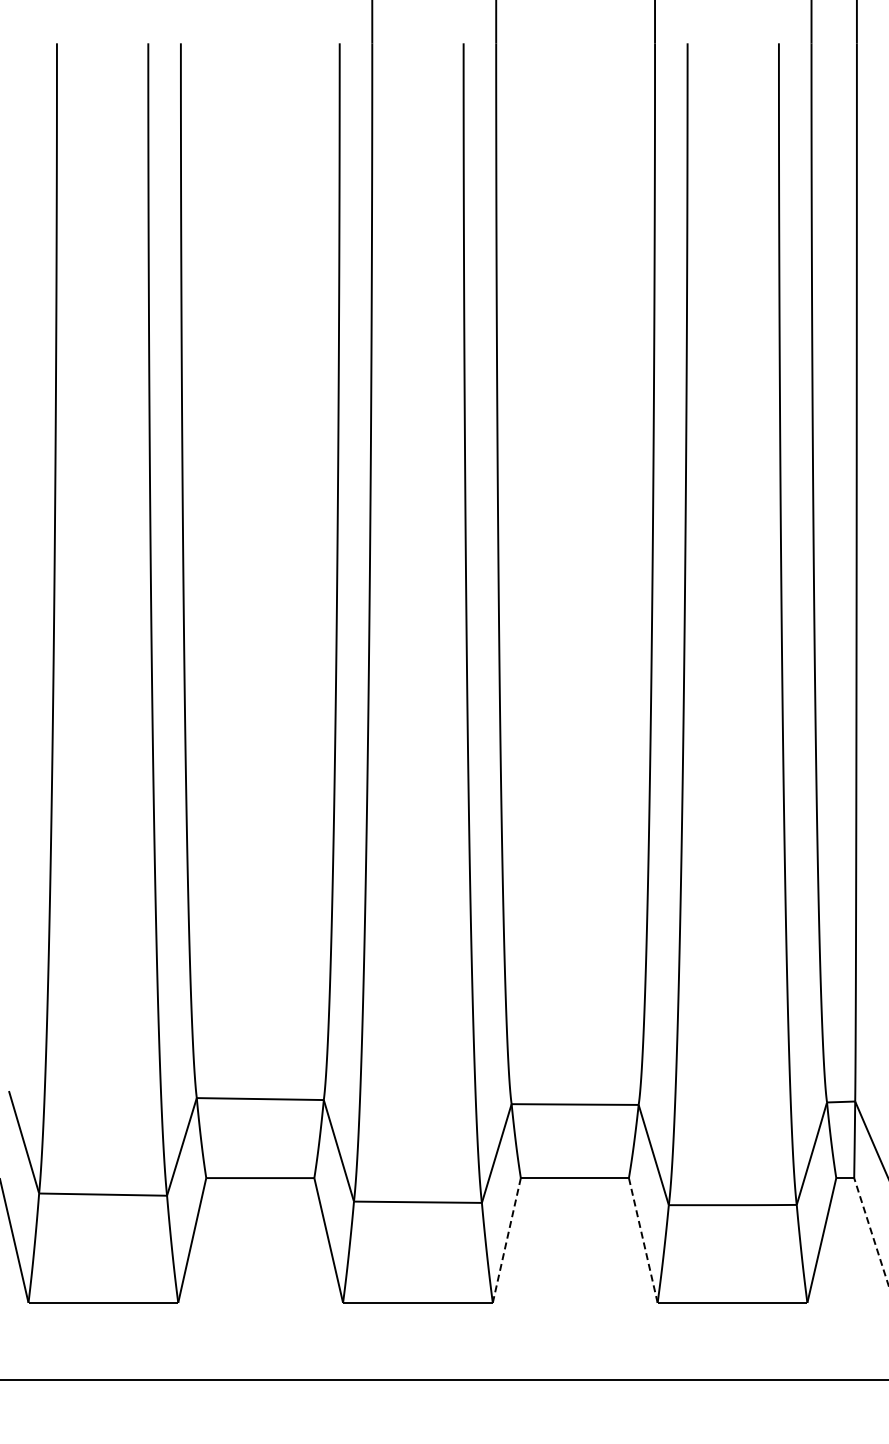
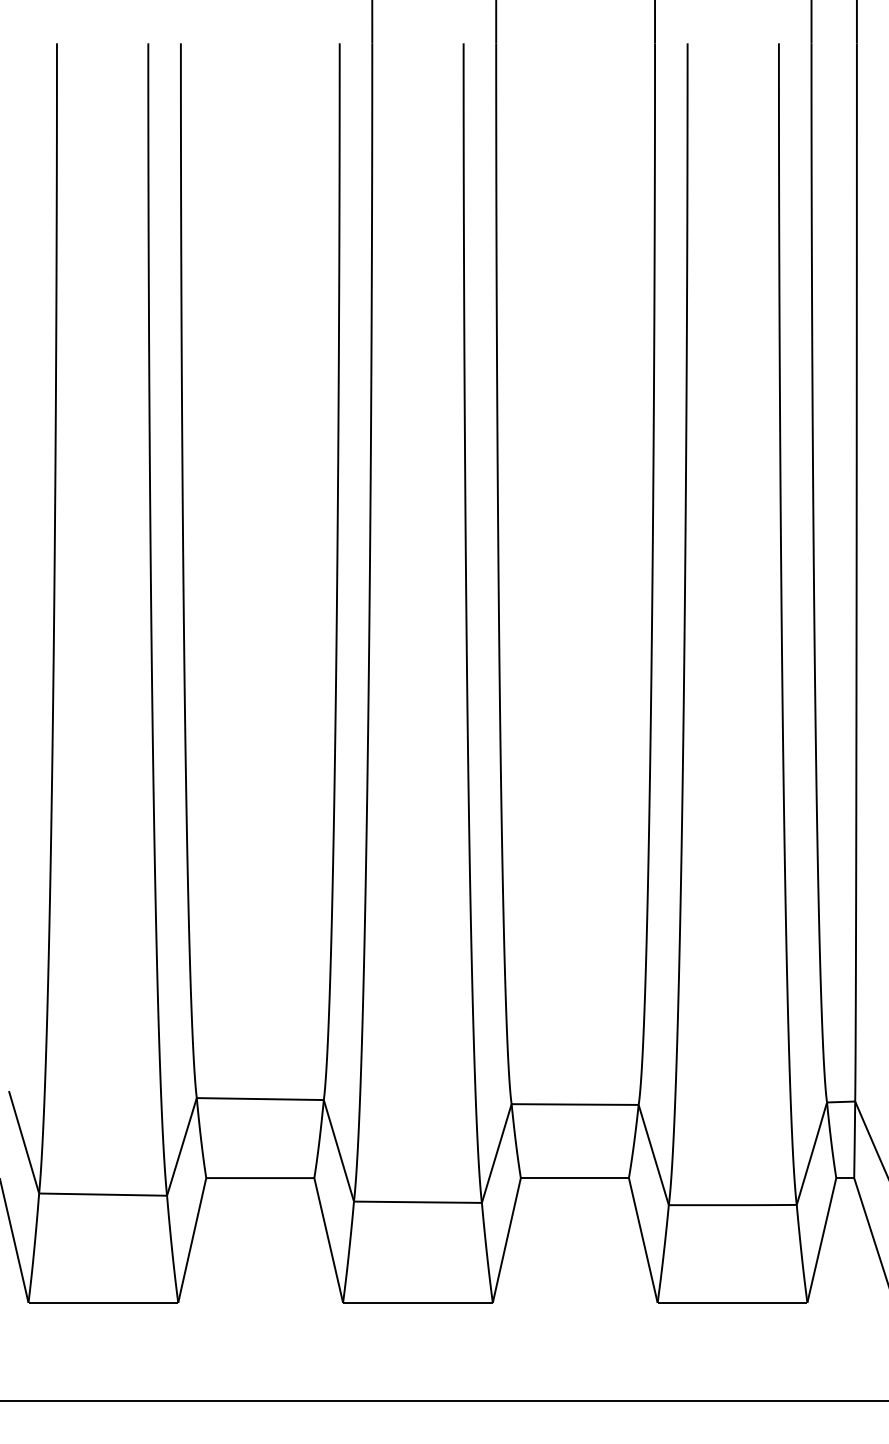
line at (871, 1232): dashed -> solid
line at (507, 1239): dashed -> solid
line at (643, 1241): dashed -> solid
line at (443, 1379) position: (443, 1379) -> (443, 1400)
